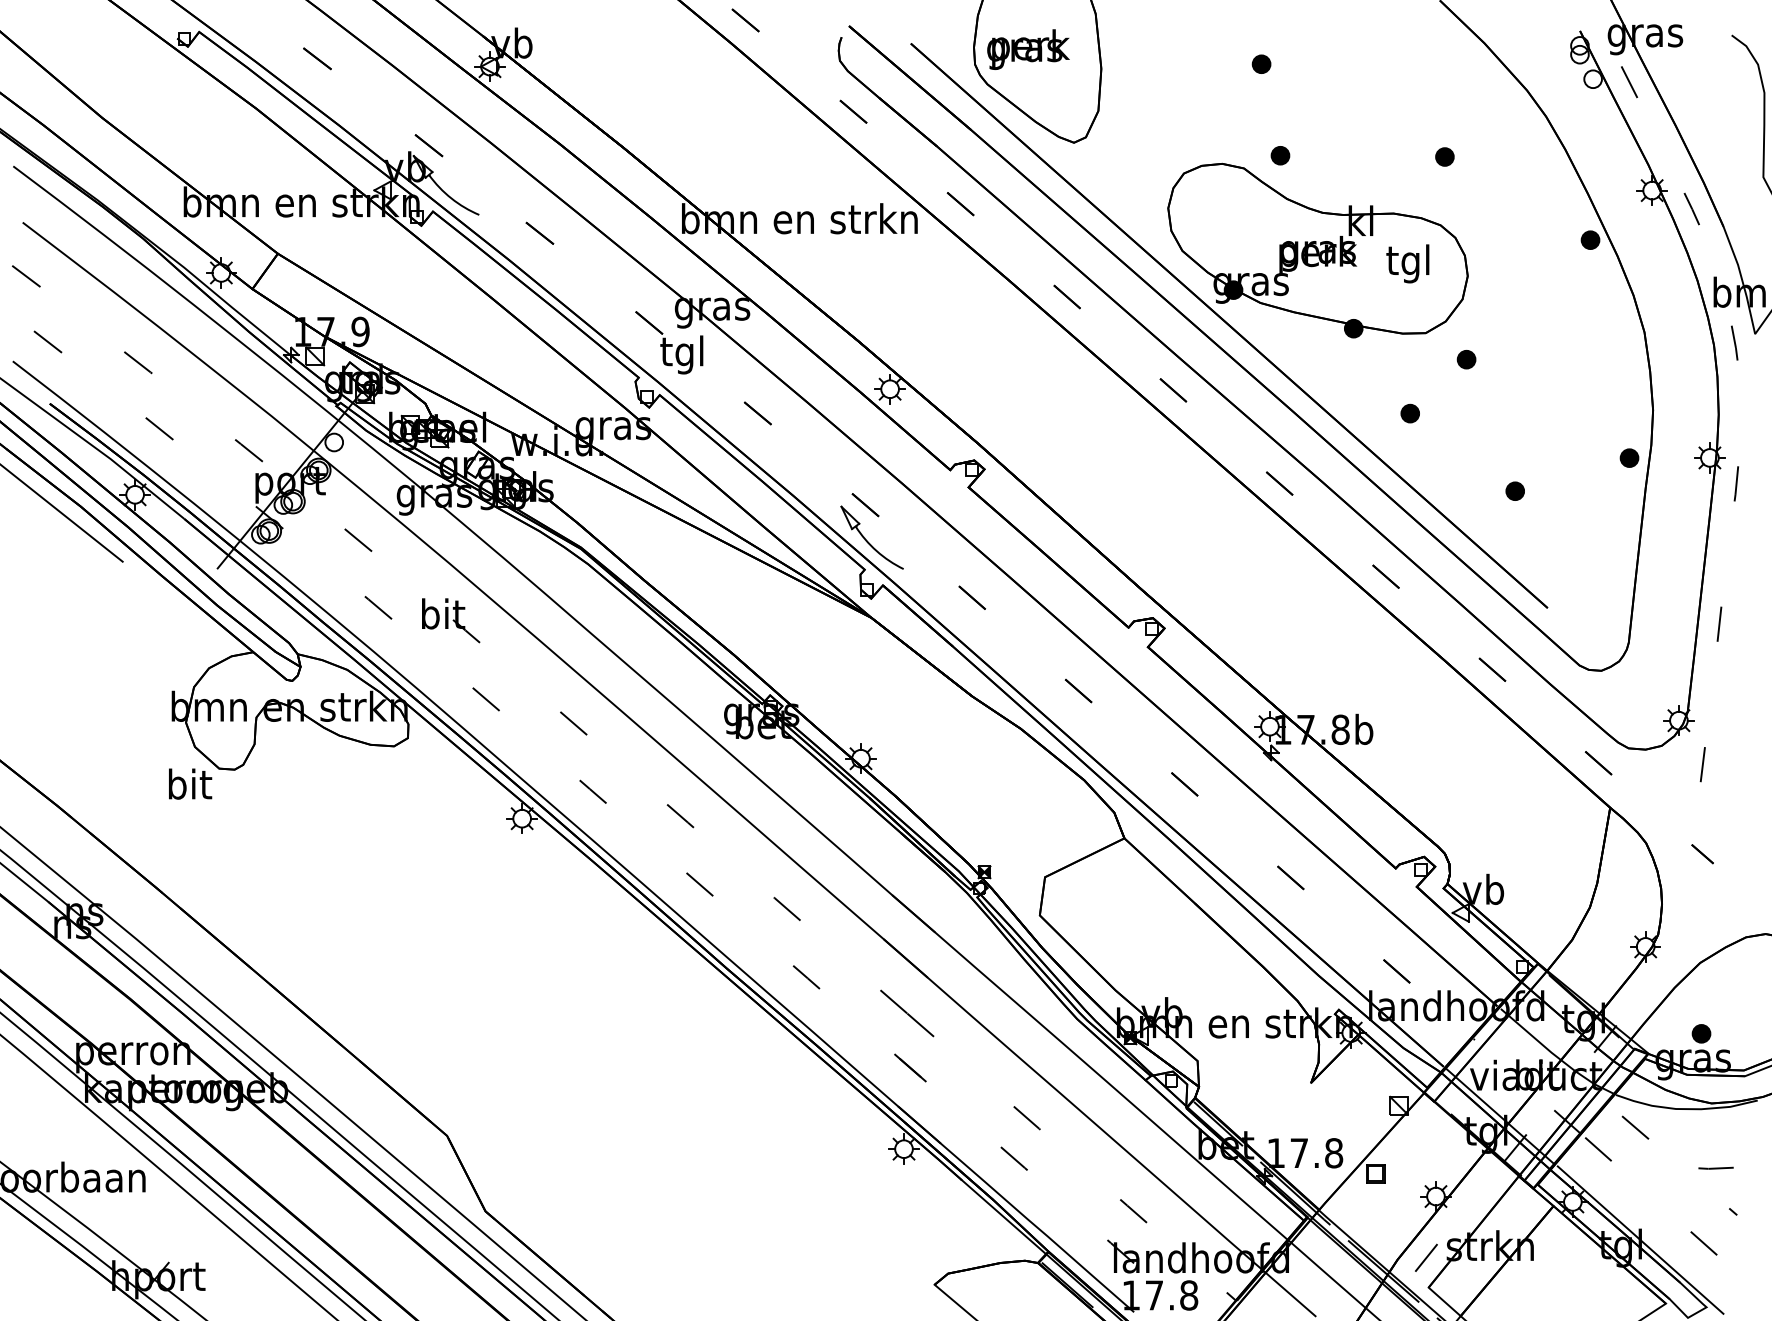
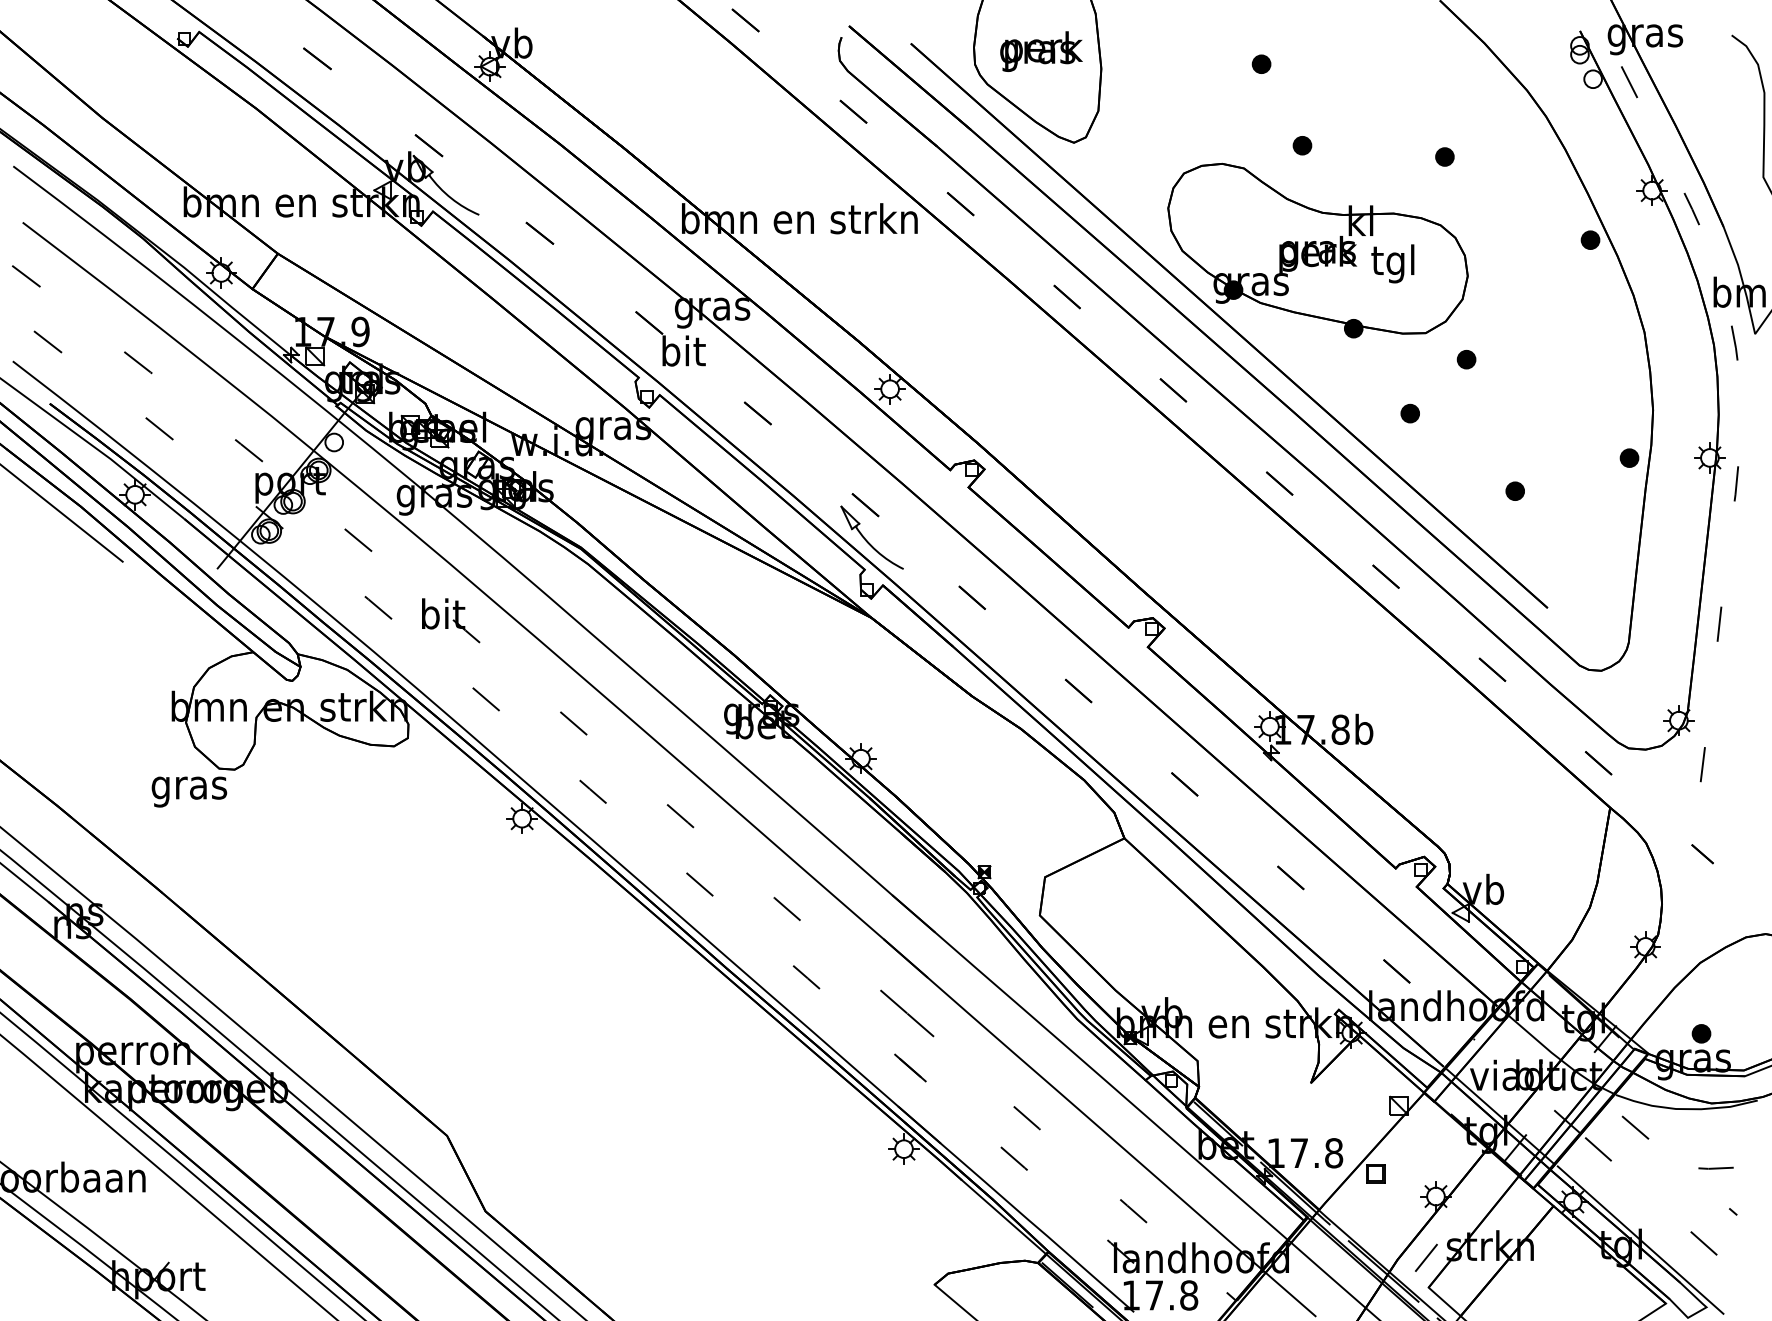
text at (1028, 49) position: (1028, 49) -> (1041, 51)
part at (1280, 155) position: (1280, 155) -> (1302, 145)
text at (1407, 263) position: (1407, 263) -> (1392, 263)
text at (682, 354): tgl -> bit
text at (189, 787): bit -> gras
